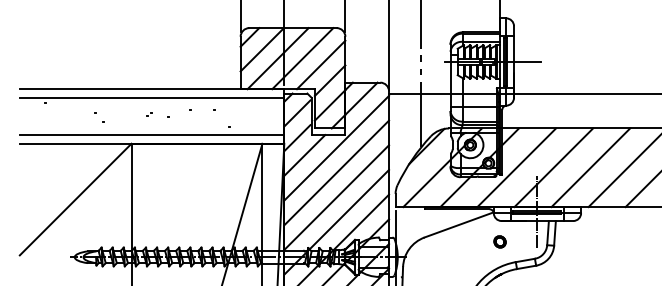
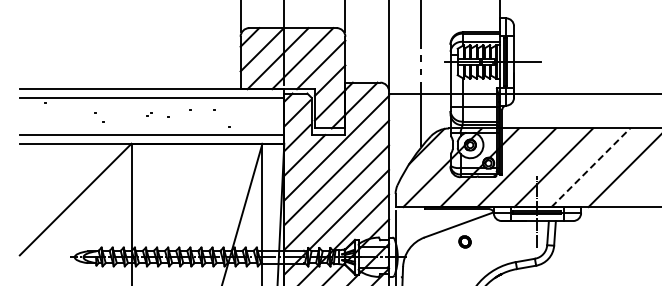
line at (590, 167): solid -> dashed
line at (641, 190): present -> none
part at (499, 241) position: (499, 241) -> (464, 241)
